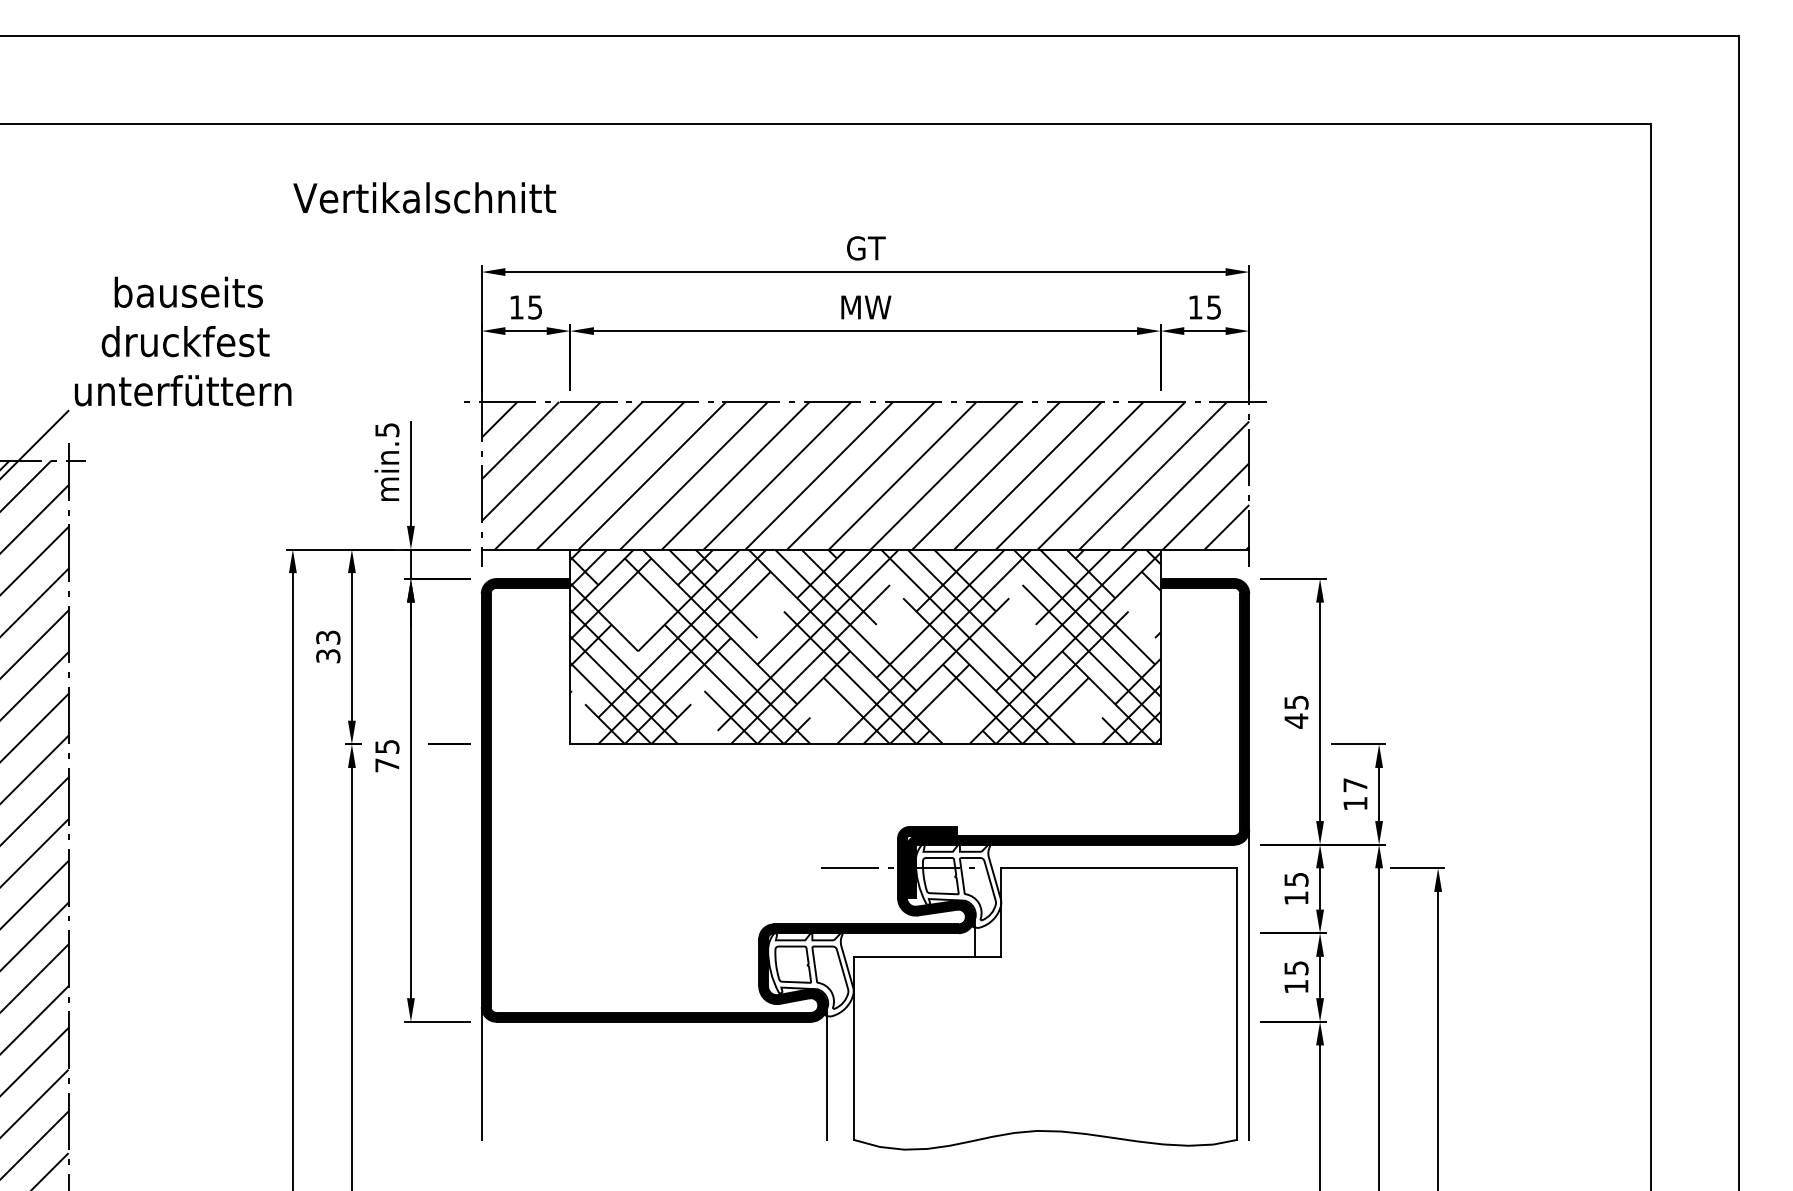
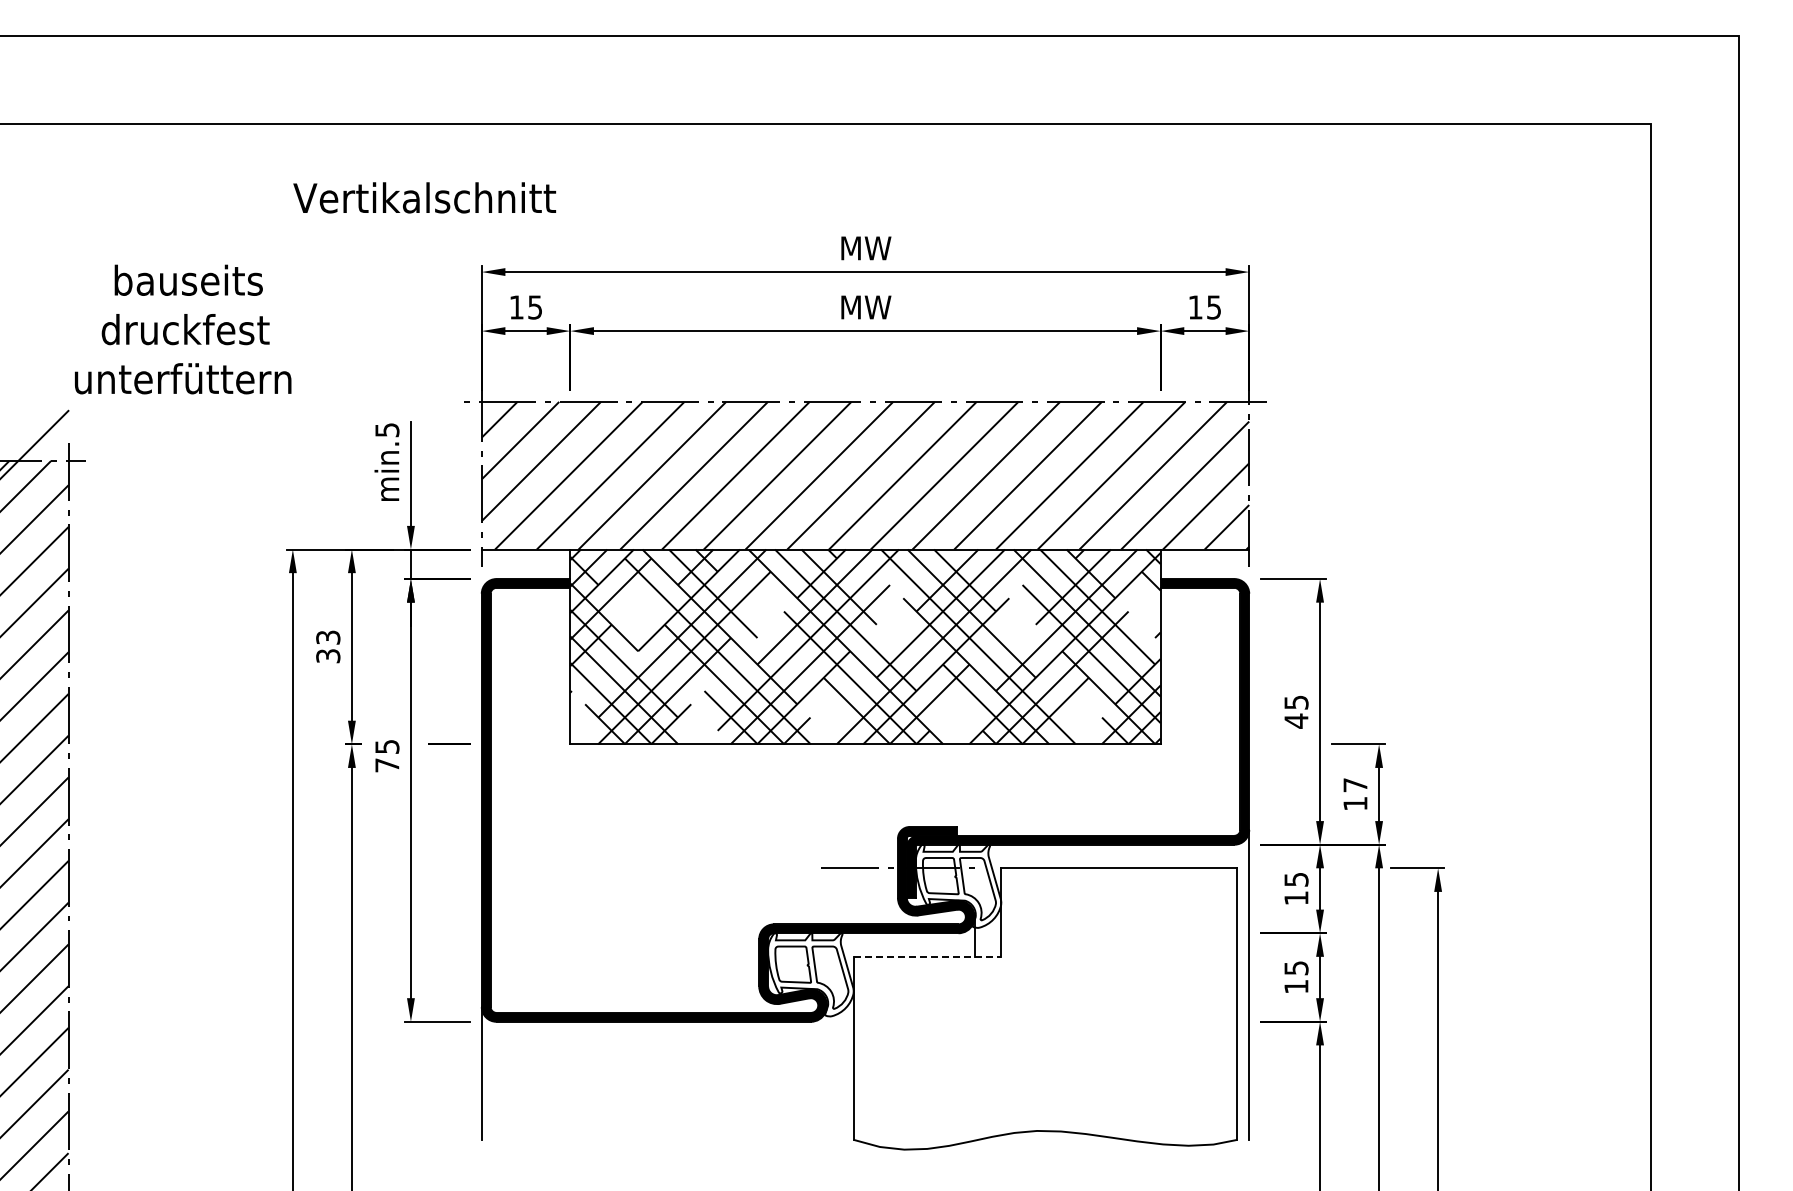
text at (866, 248): GT -> MW
text at (183, 341) position: (183, 341) -> (183, 329)
line at (927, 956): solid -> dashed
line at (827, 1072): present -> none
